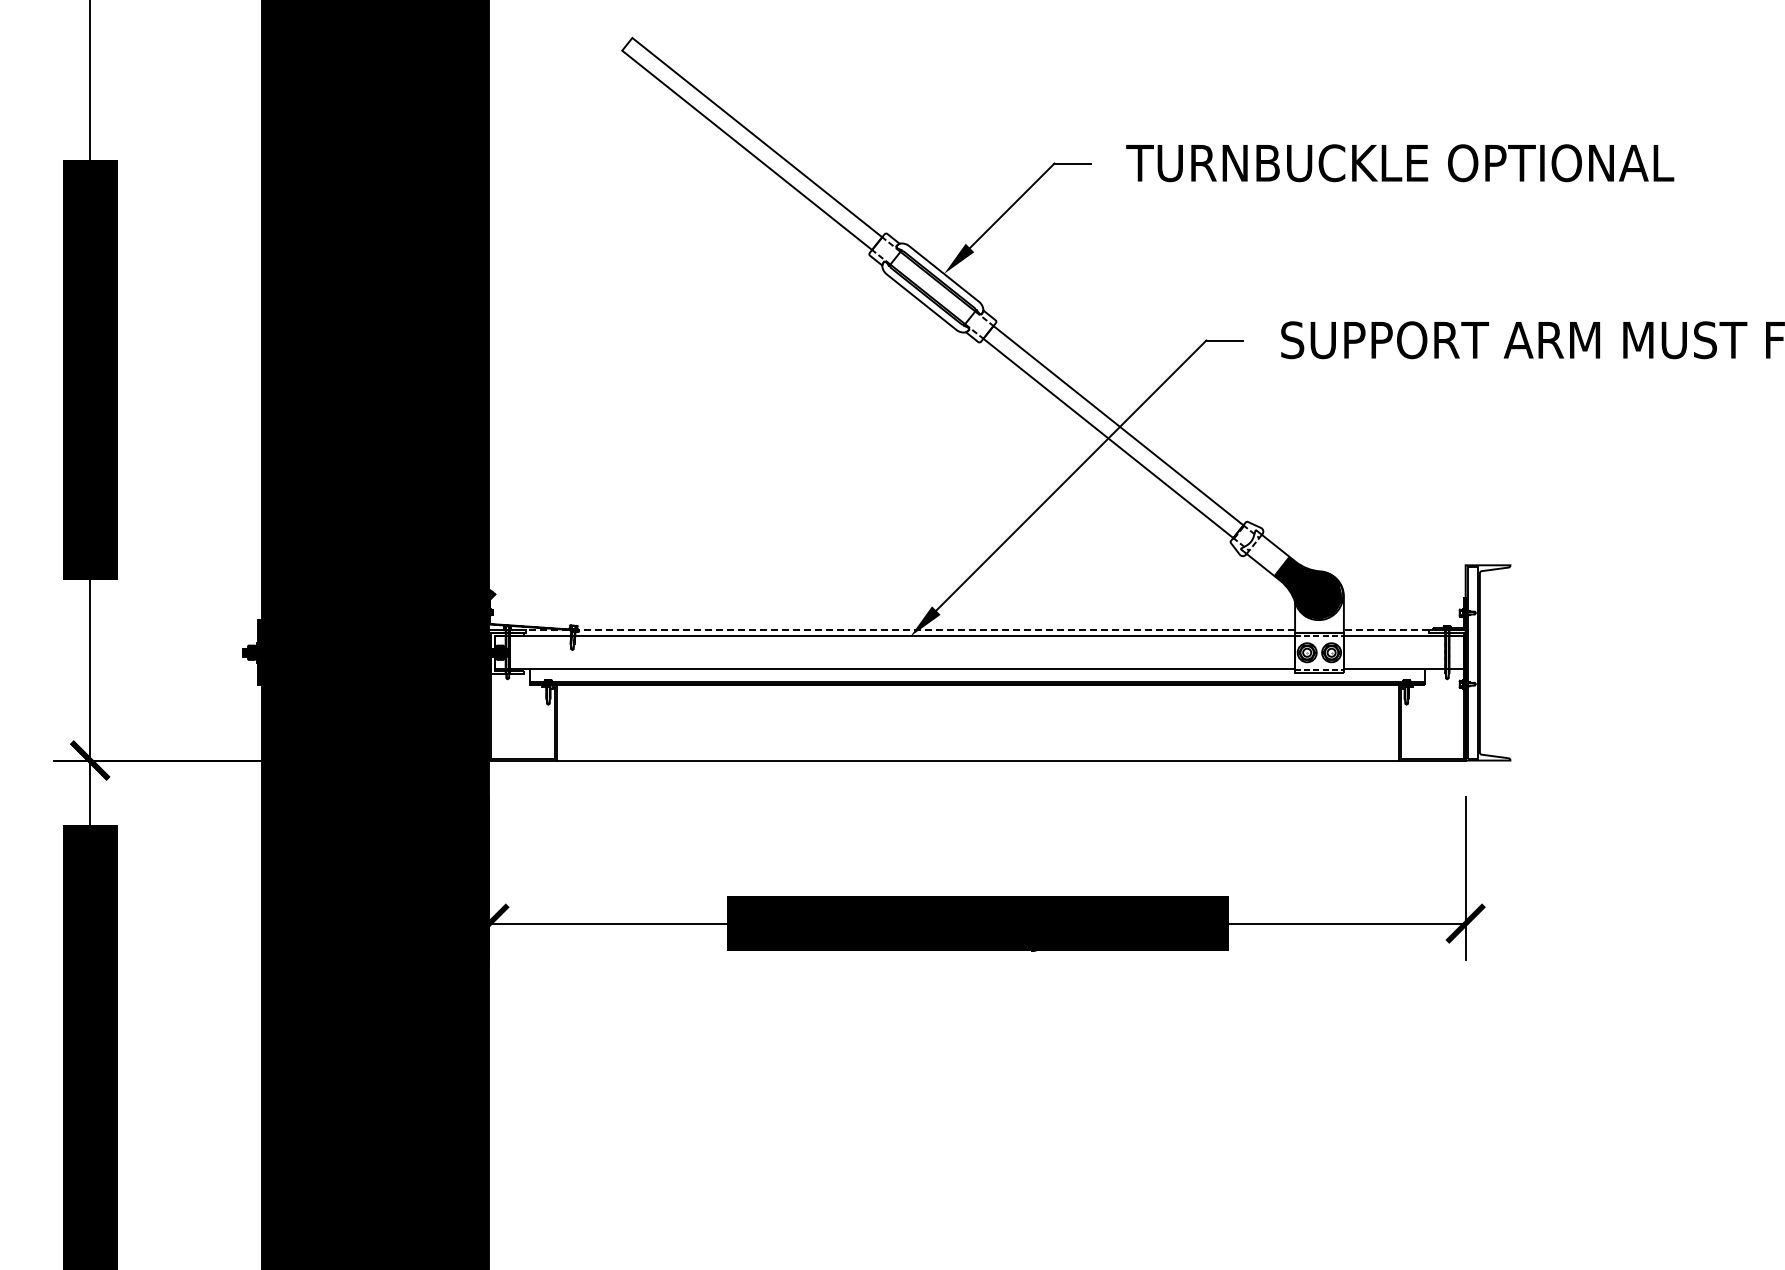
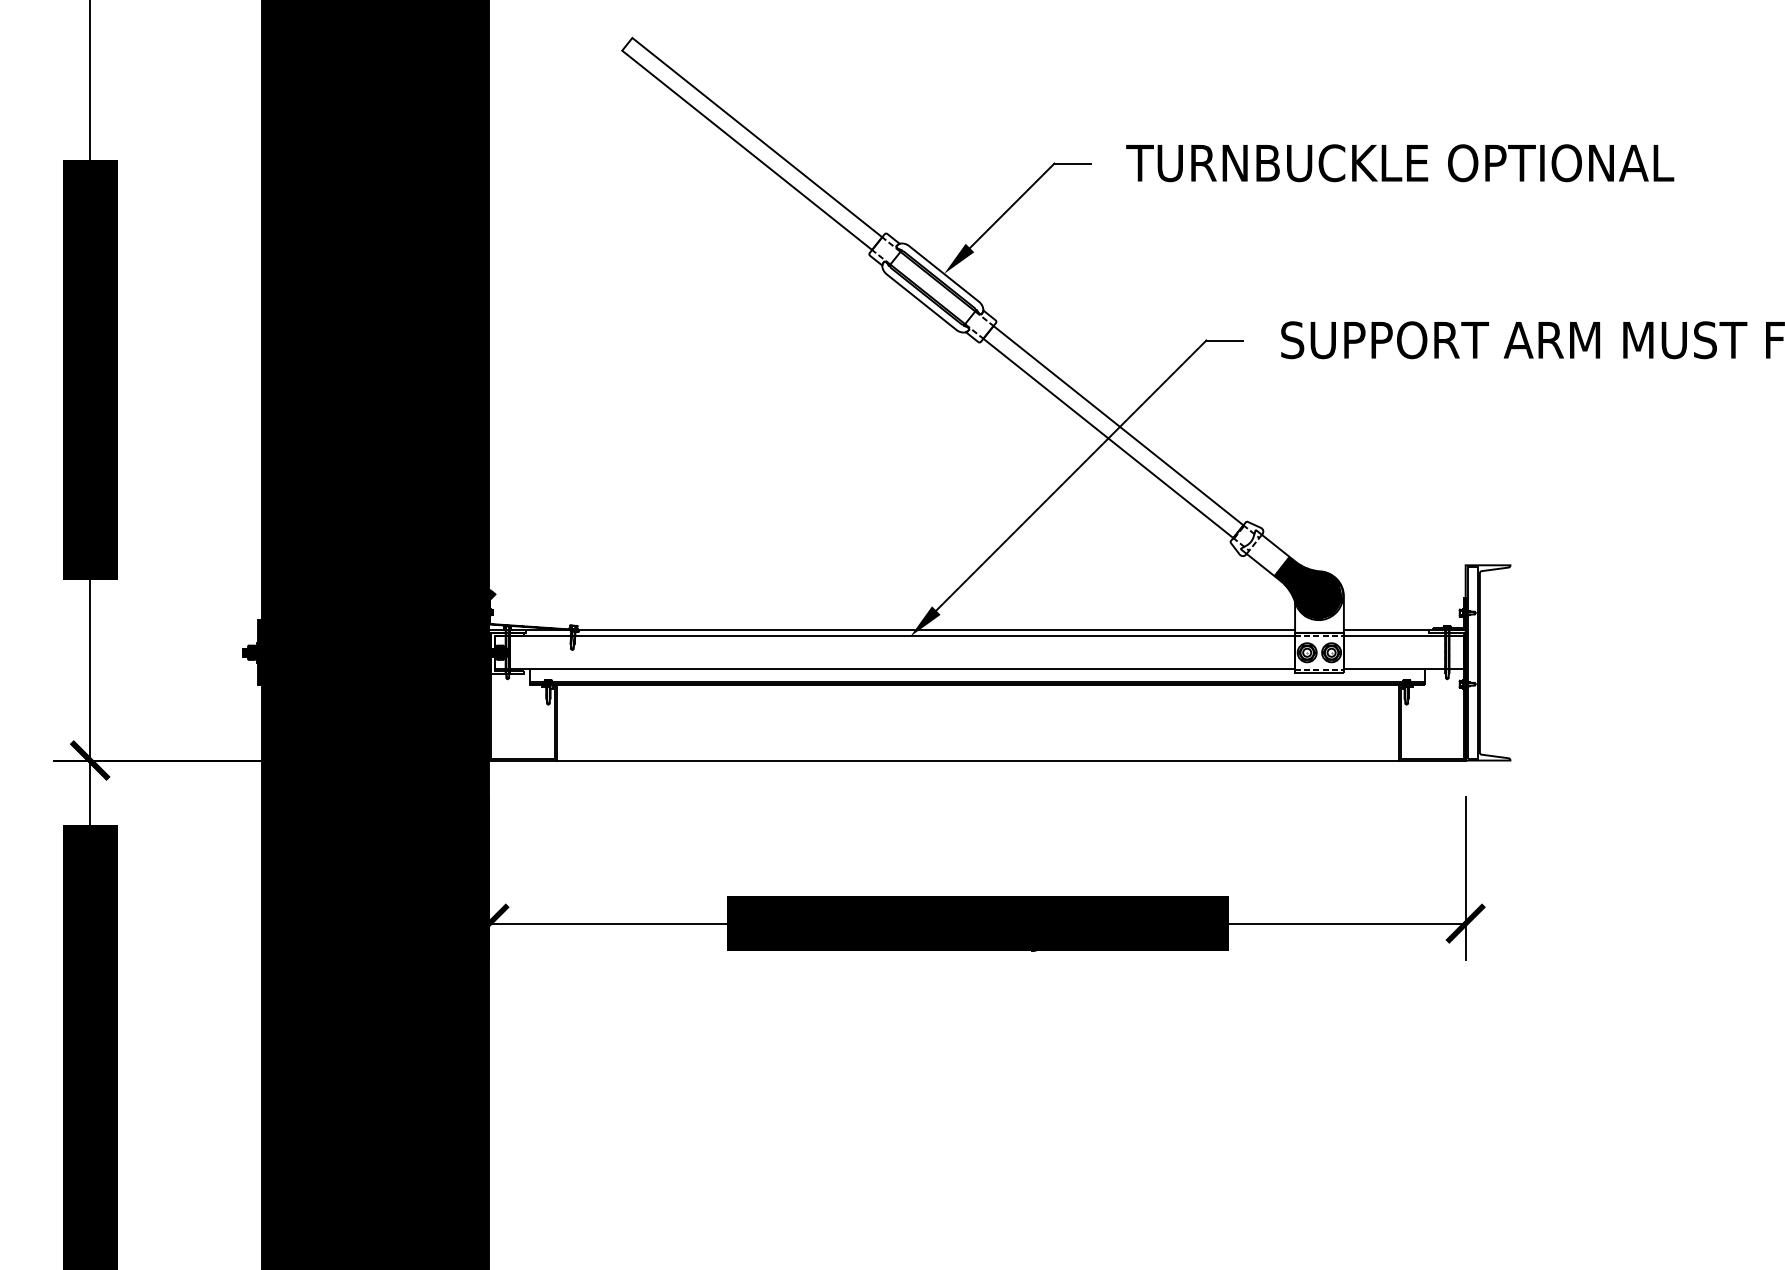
line at (910, 630): dashed -> solid
line at (1386, 630): dashed -> solid
